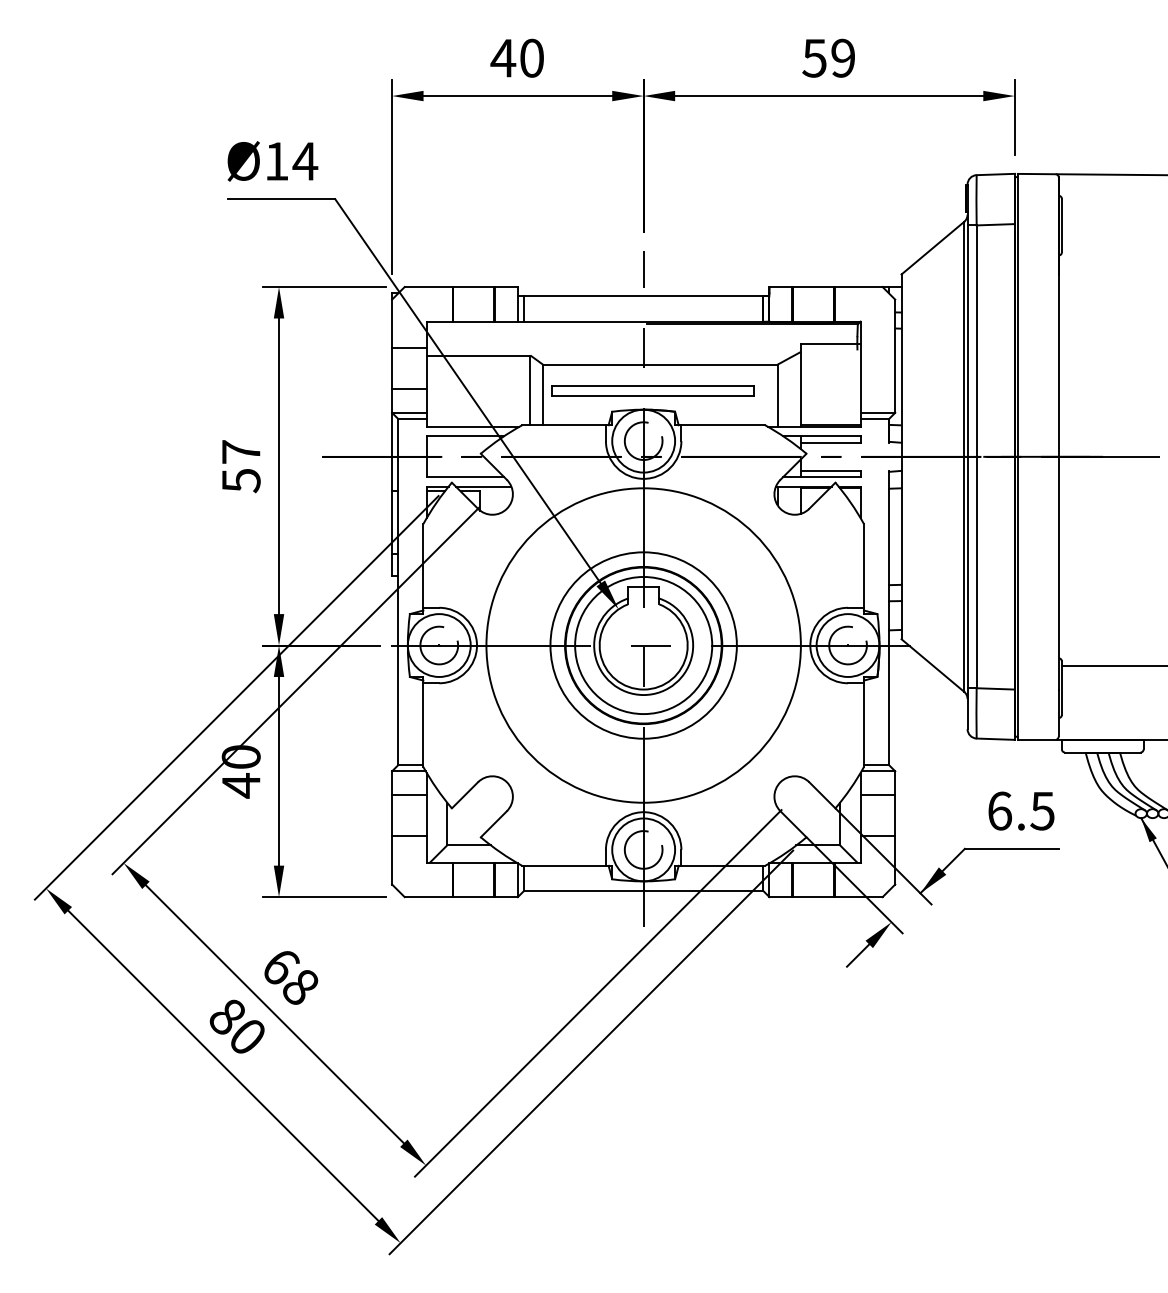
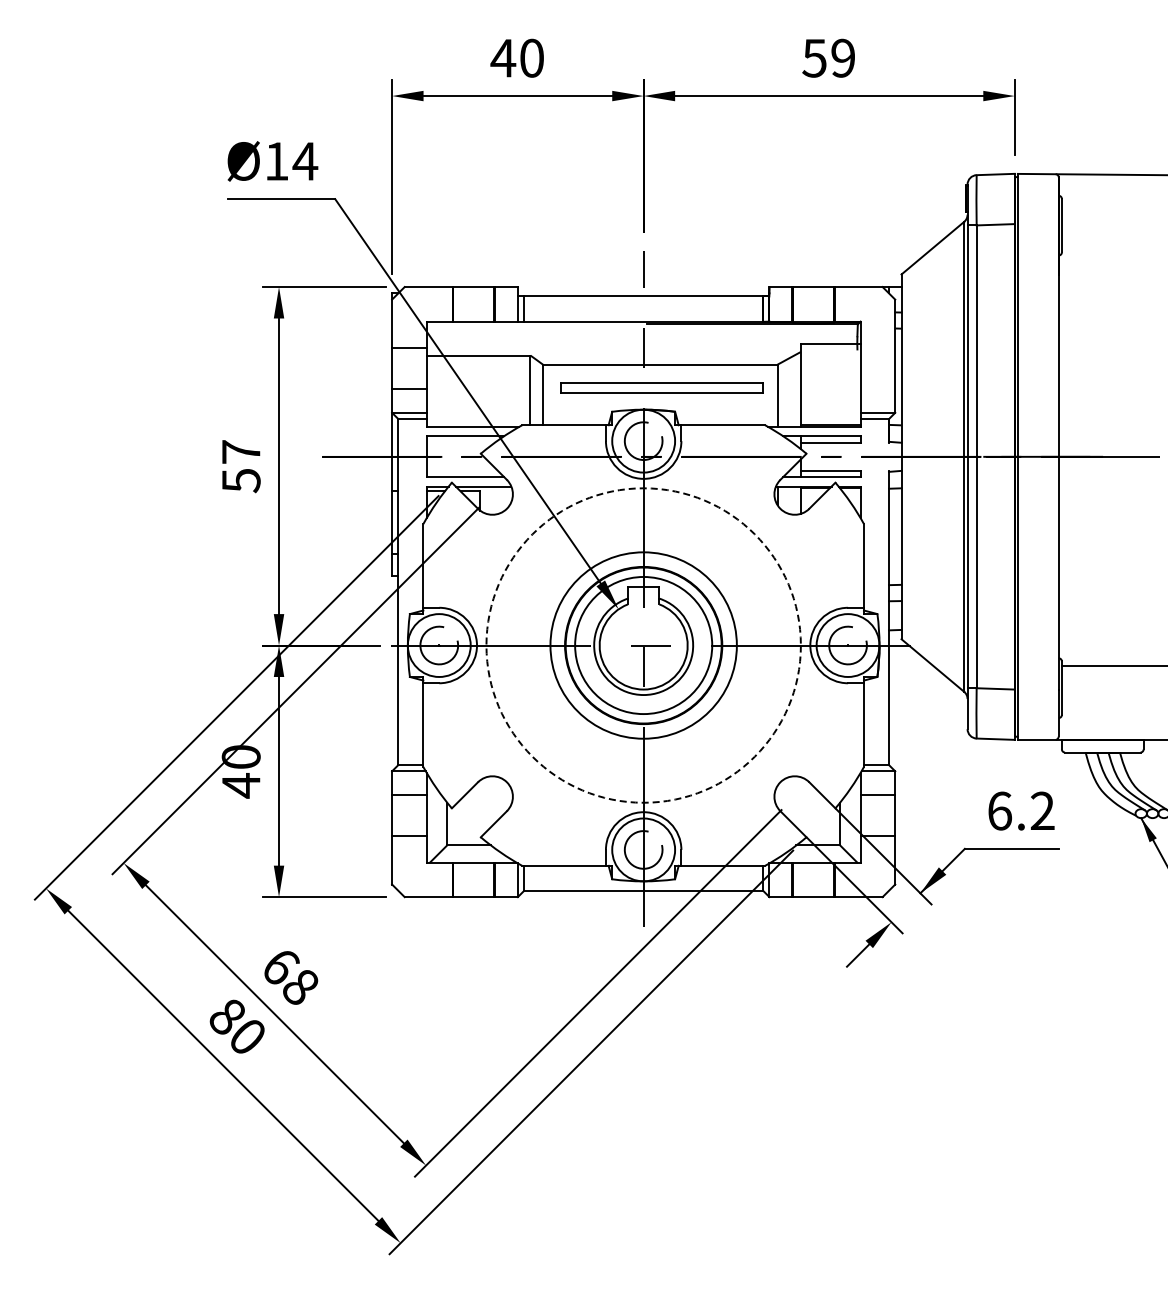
part at (652, 390) position: (652, 390) -> (661, 387)
circle at (643, 645): solid -> dashed
text at (1042, 810): 6.5 -> 6.2
